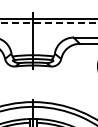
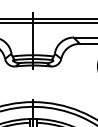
line at (48, 23): dashed -> solid
